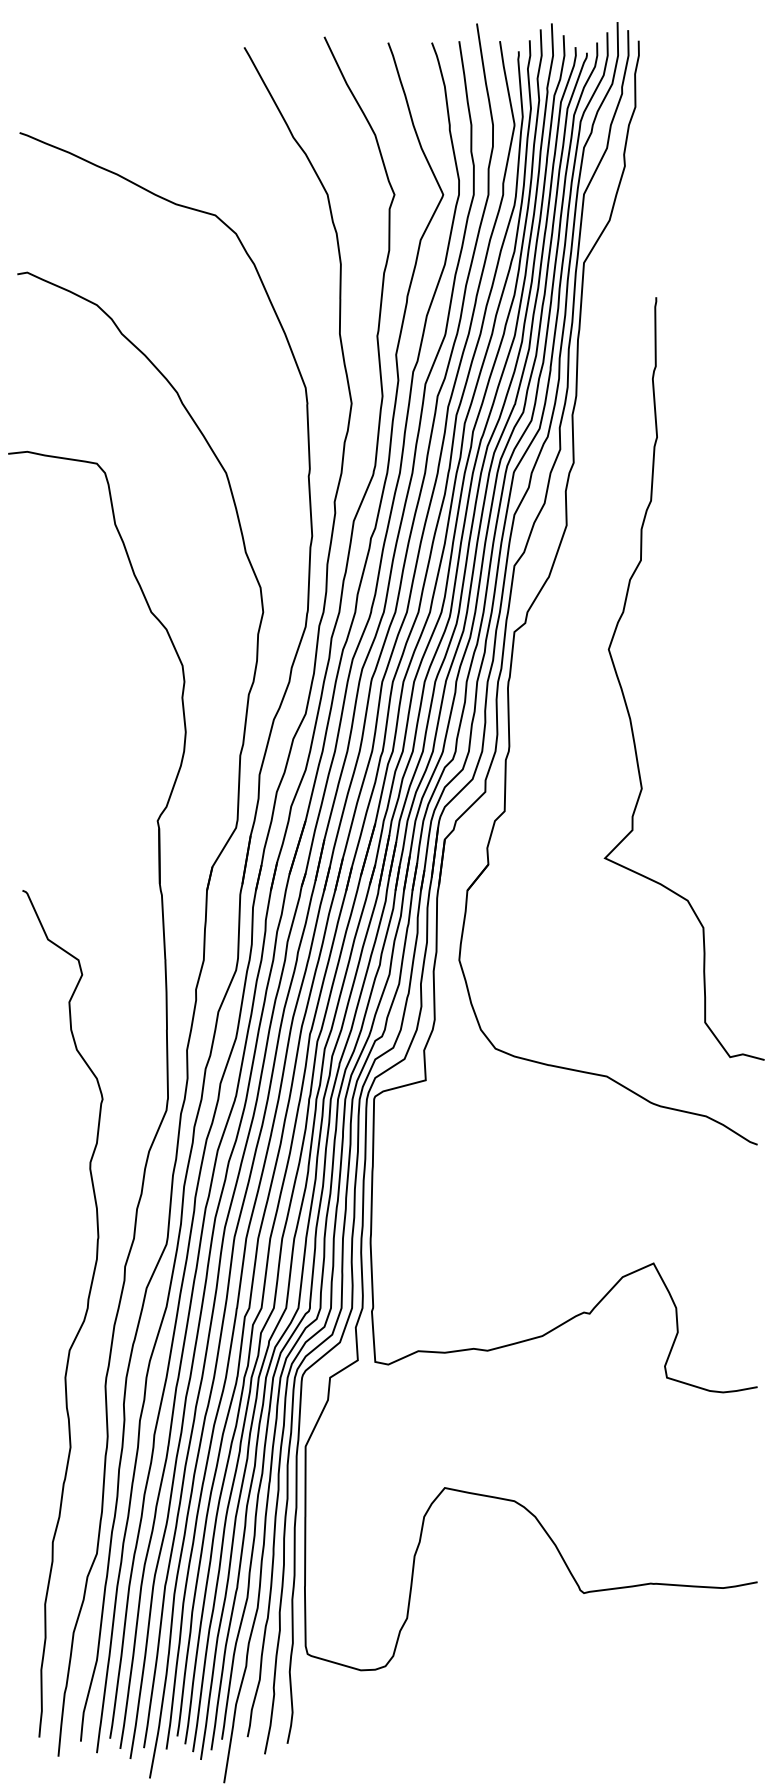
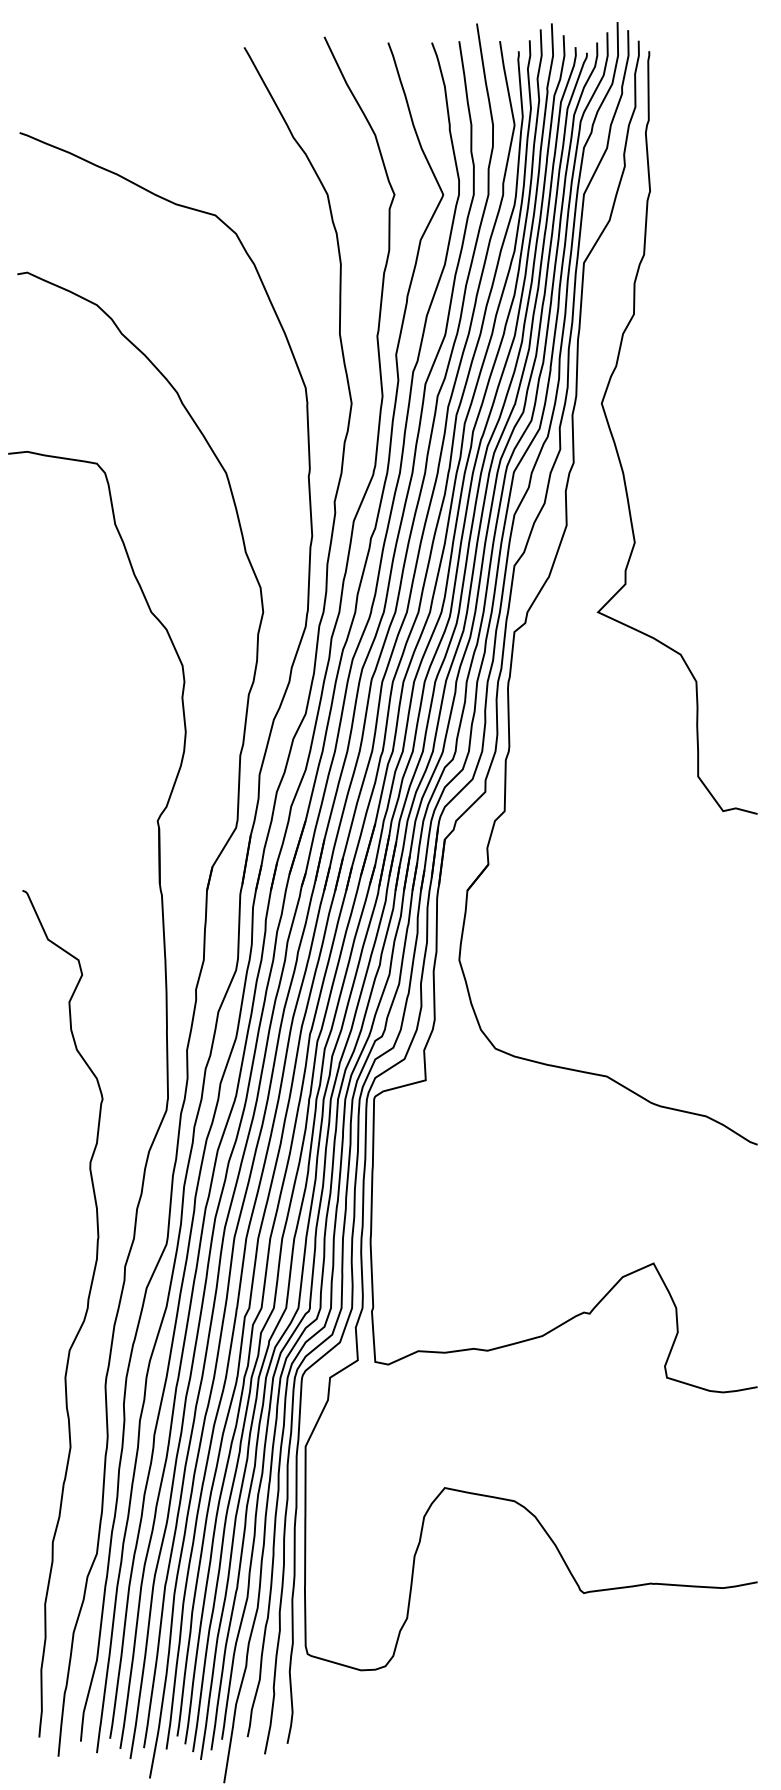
curve at (624, 694) position: (624, 694) -> (617, 448)
